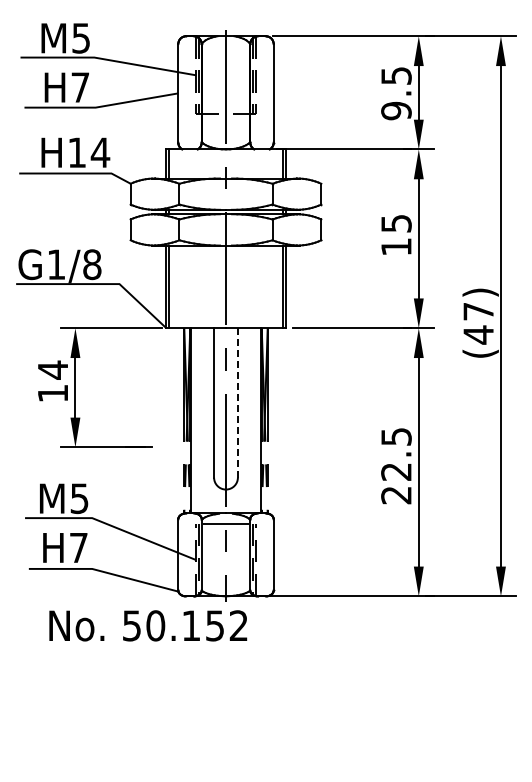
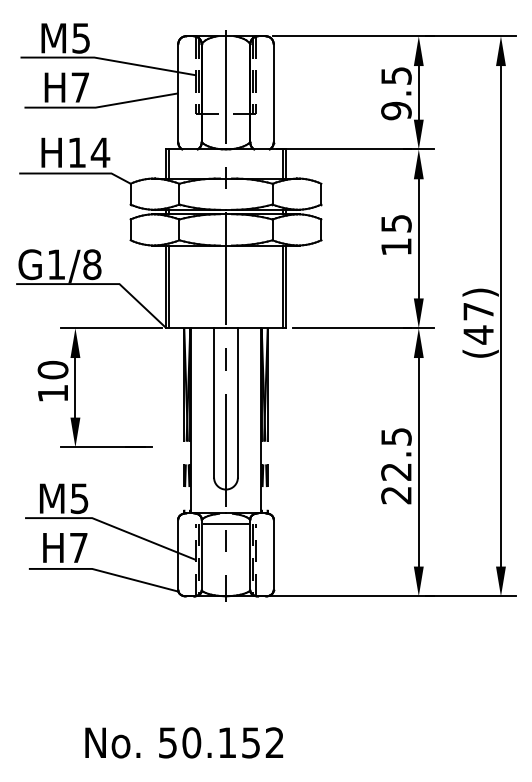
text at (52, 369): 14 -> 10
line at (237, 402): dashed -> solid
text at (148, 625) position: (148, 625) -> (184, 742)
